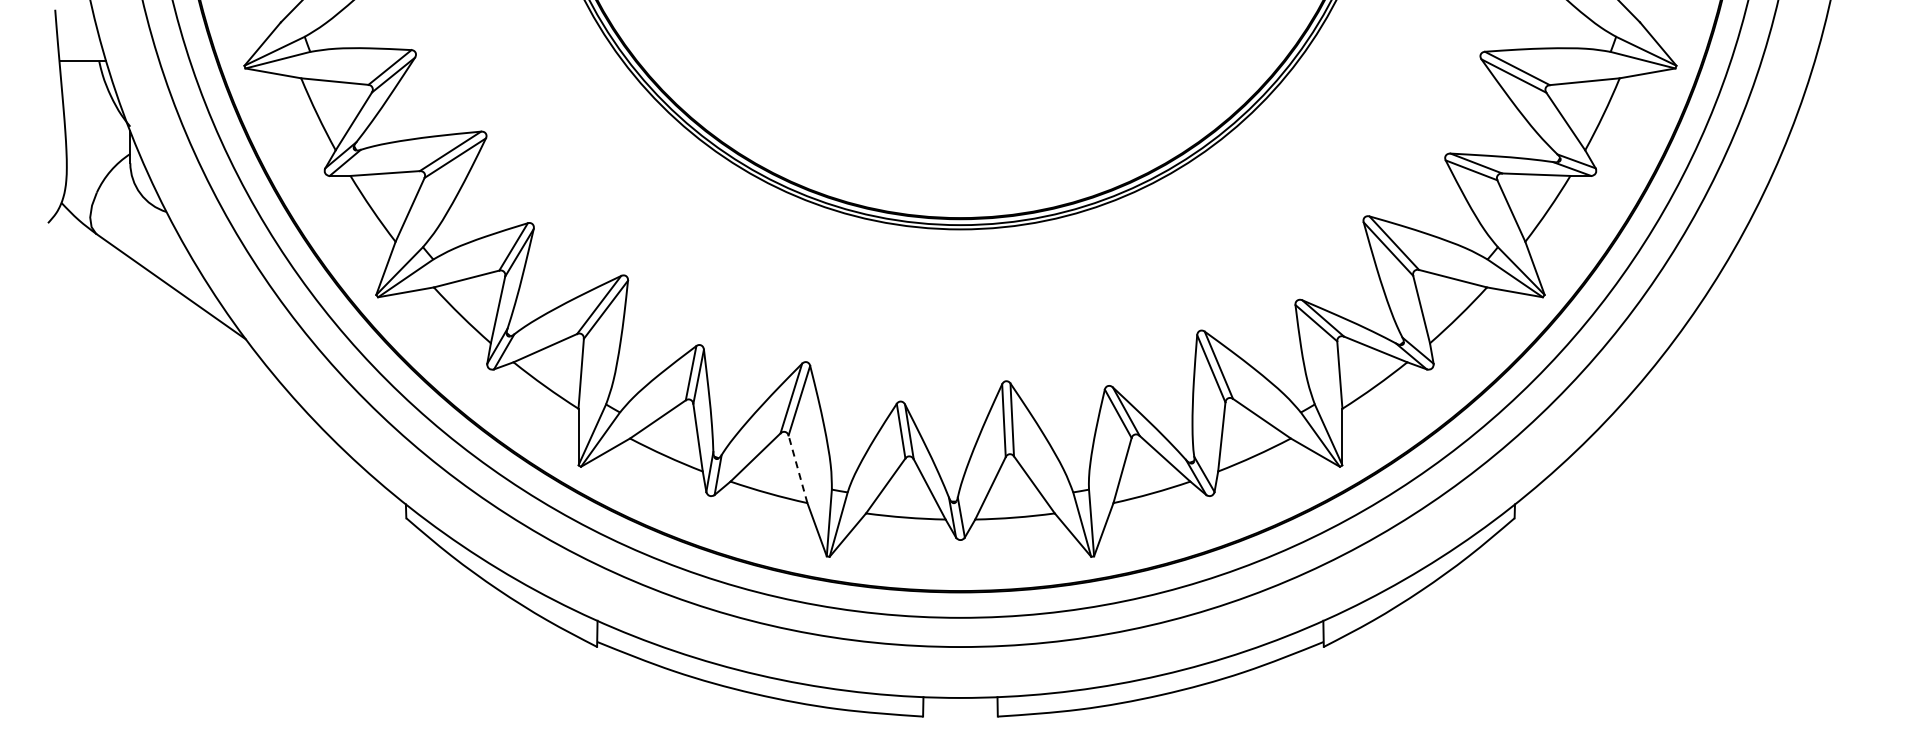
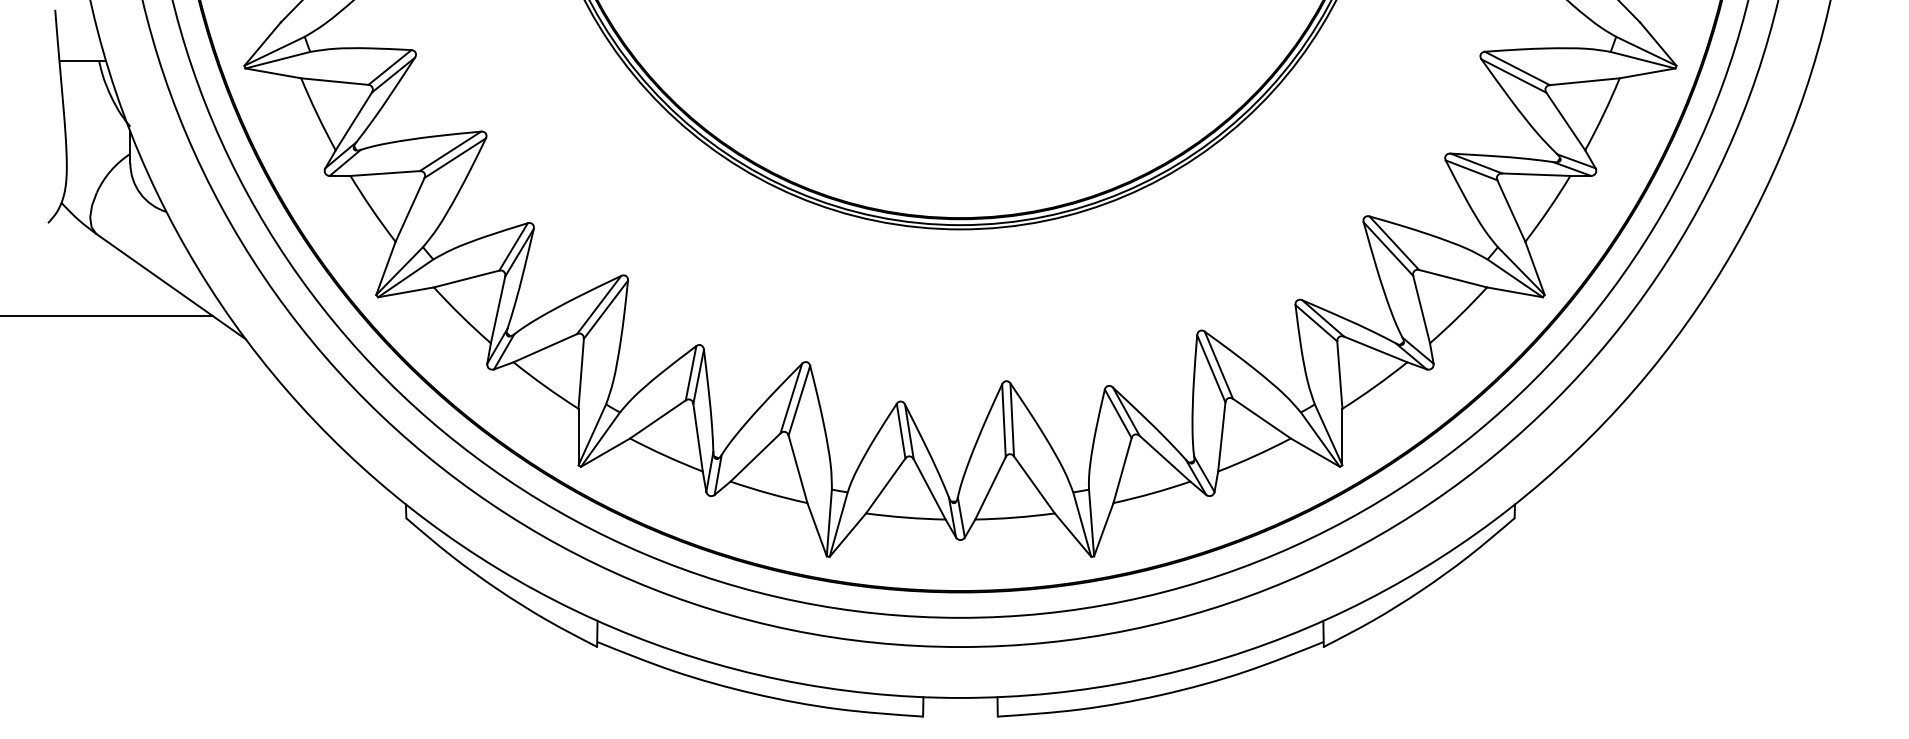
line at (107, 316): none -> present
line at (797, 468): dashed -> solid
